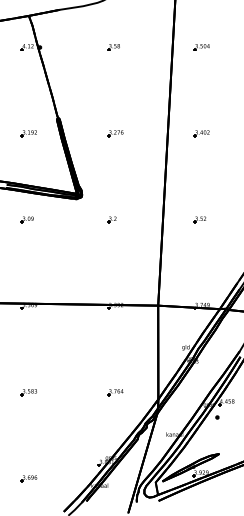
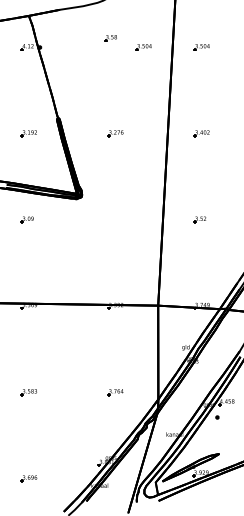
part at (113, 47) position: (113, 47) -> (110, 38)
part at (143, 47): none -> present
part at (111, 219): present -> none
